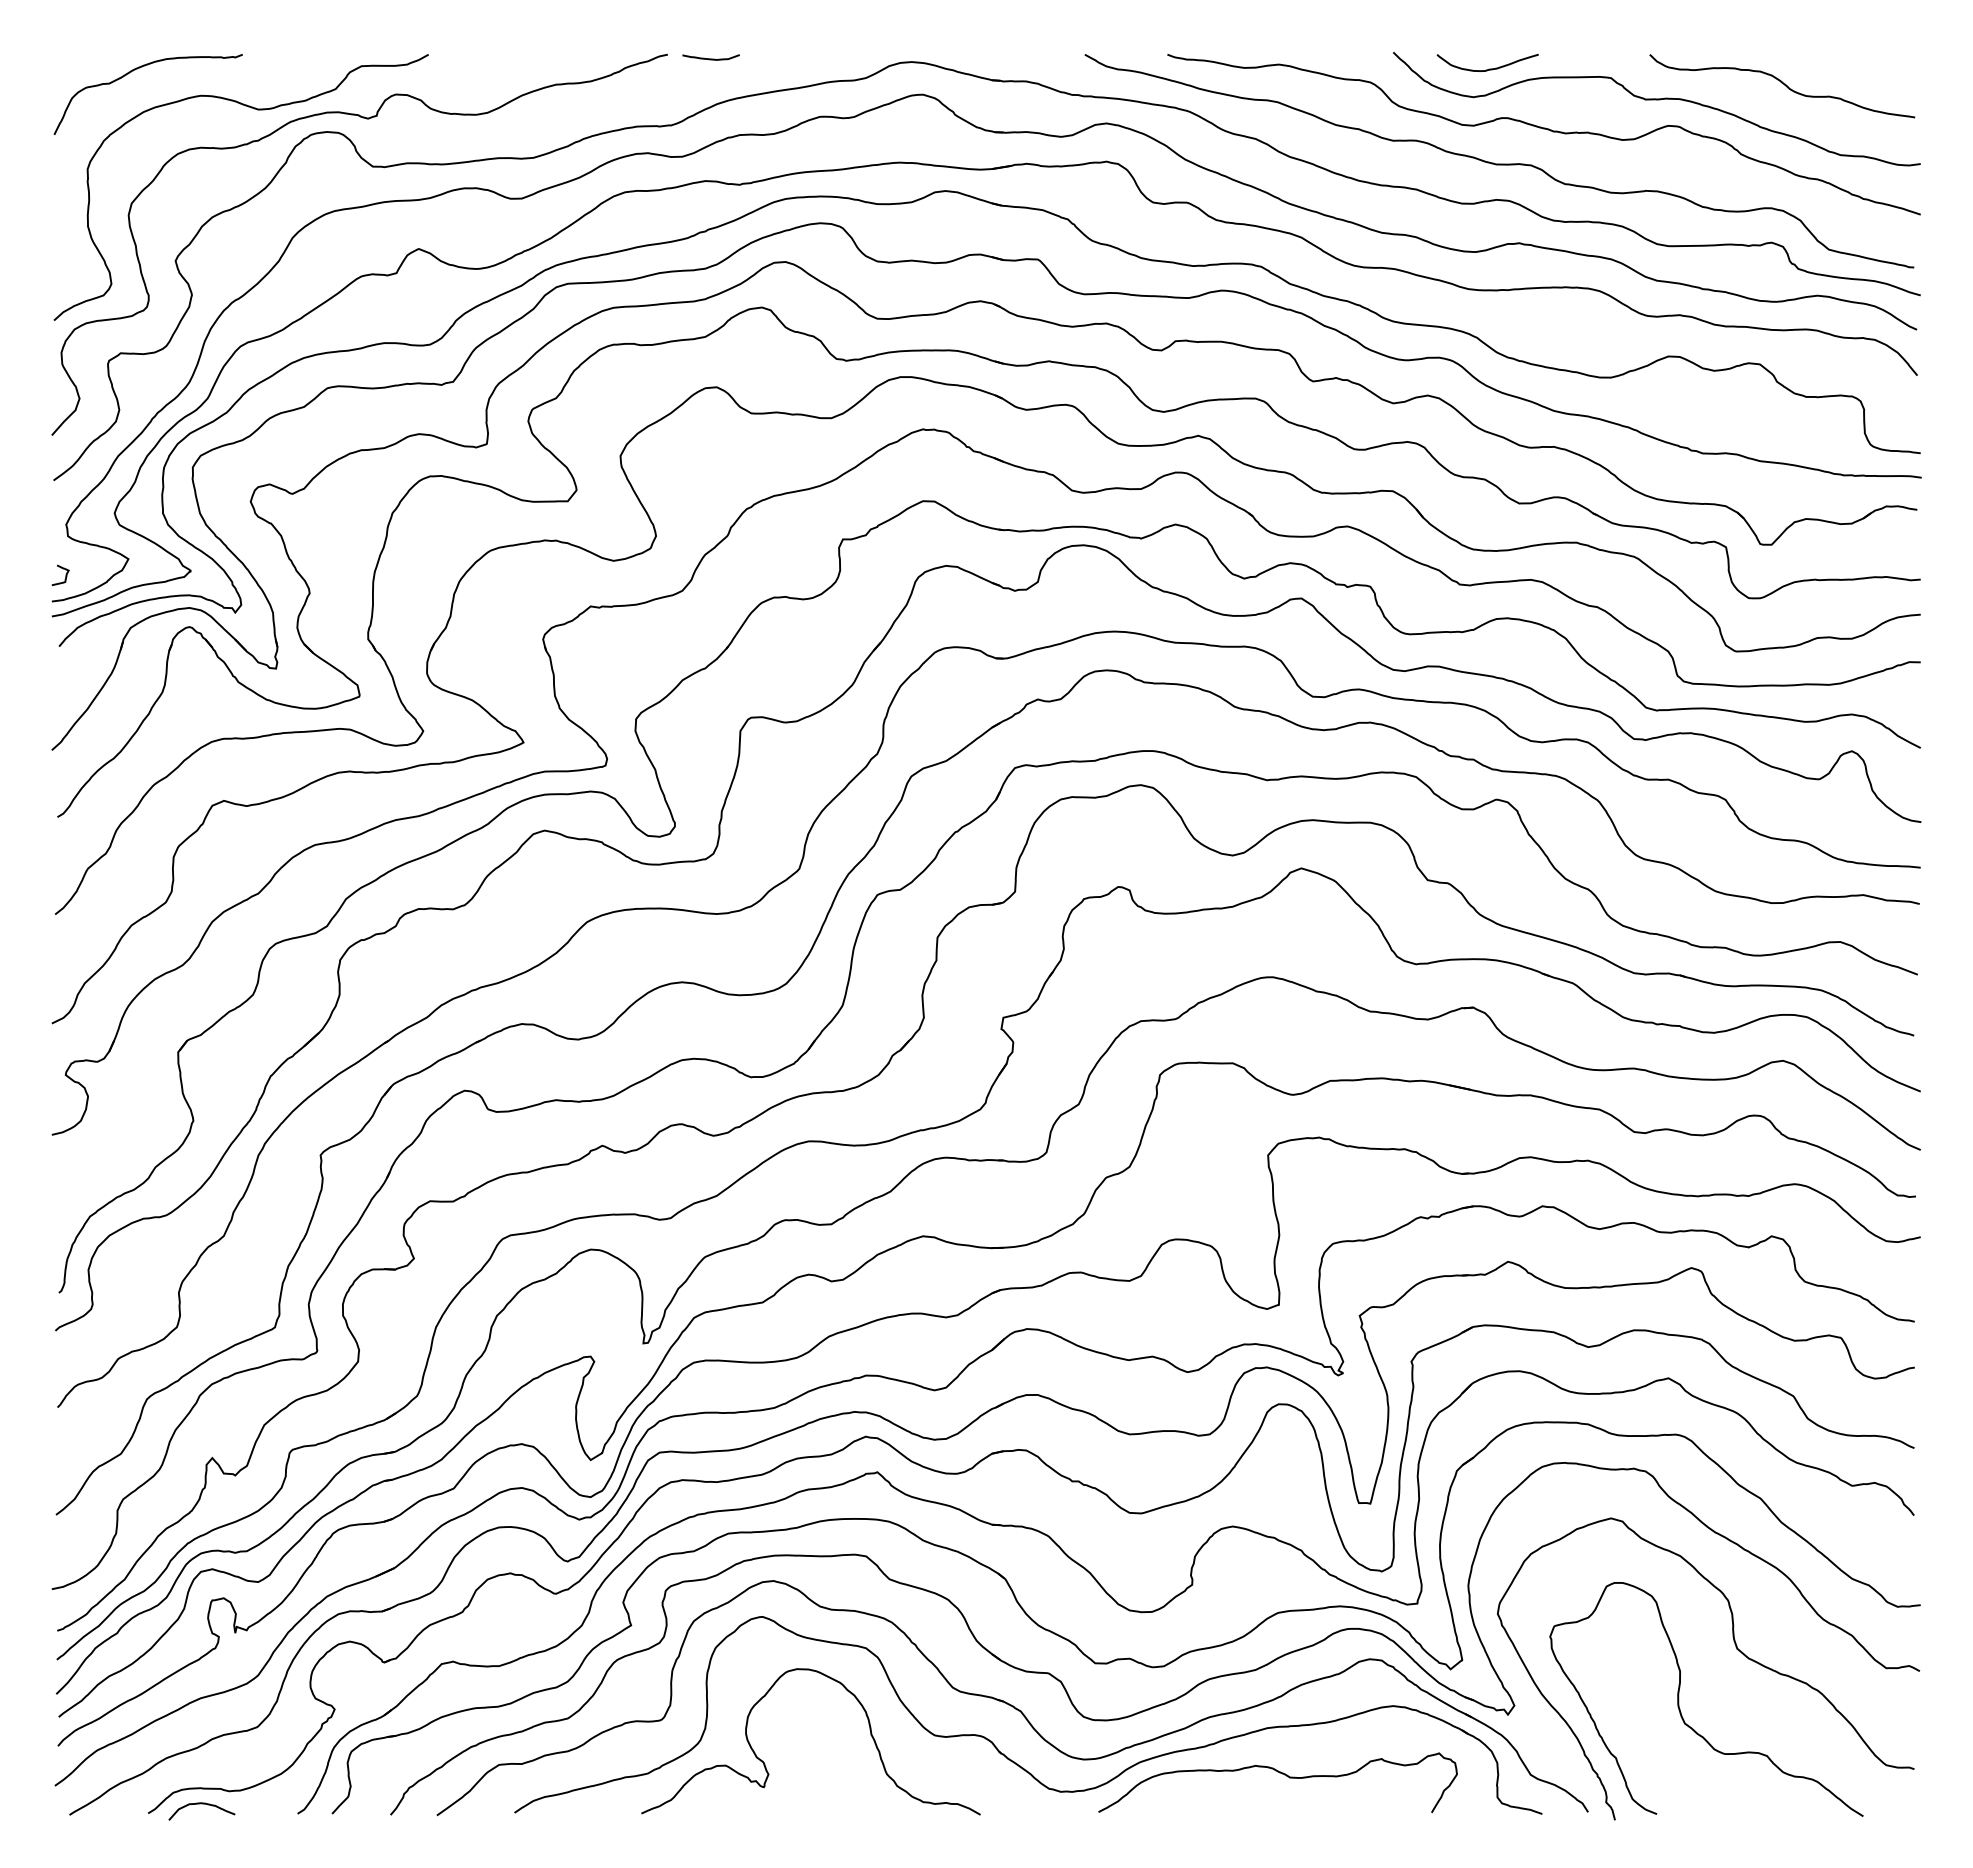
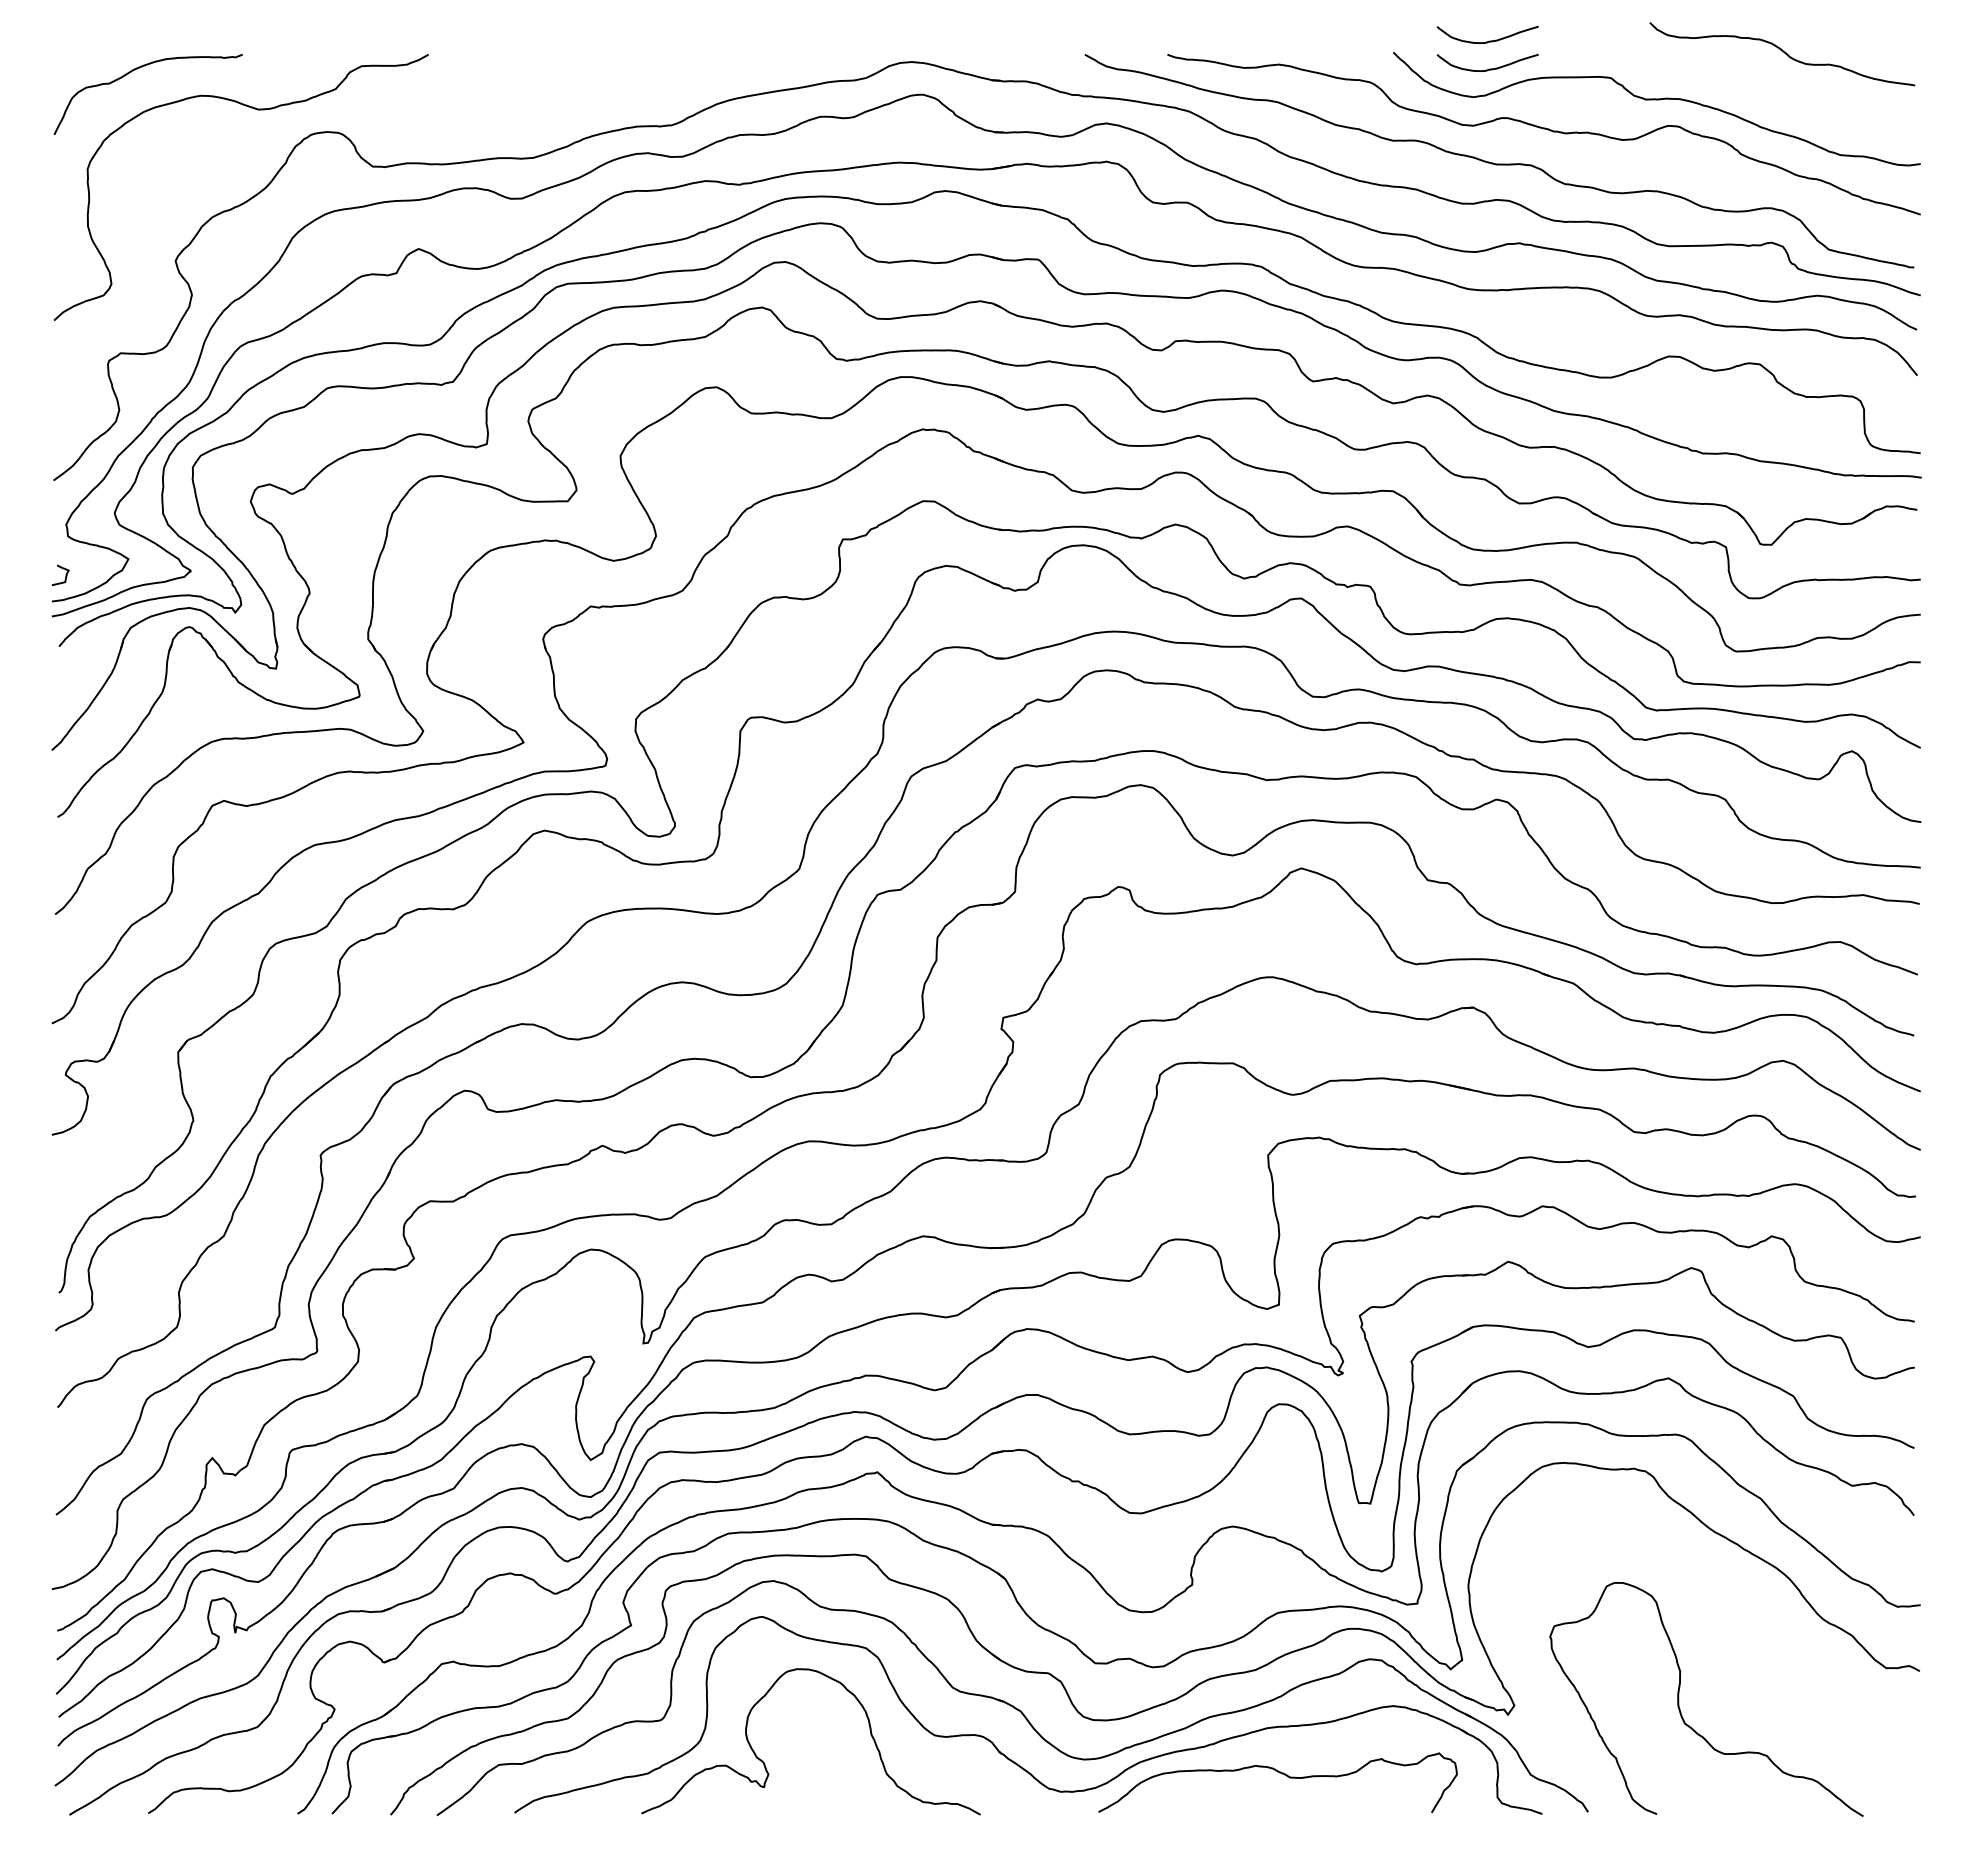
curve at (1489, 40): none -> present
curve at (710, 58): present -> none
curve at (1783, 84) position: (1783, 84) -> (1783, 52)
curve at (366, 119): present -> none
curve at (1736, 1649): present -> none
curve at (201, 1804): present -> none
